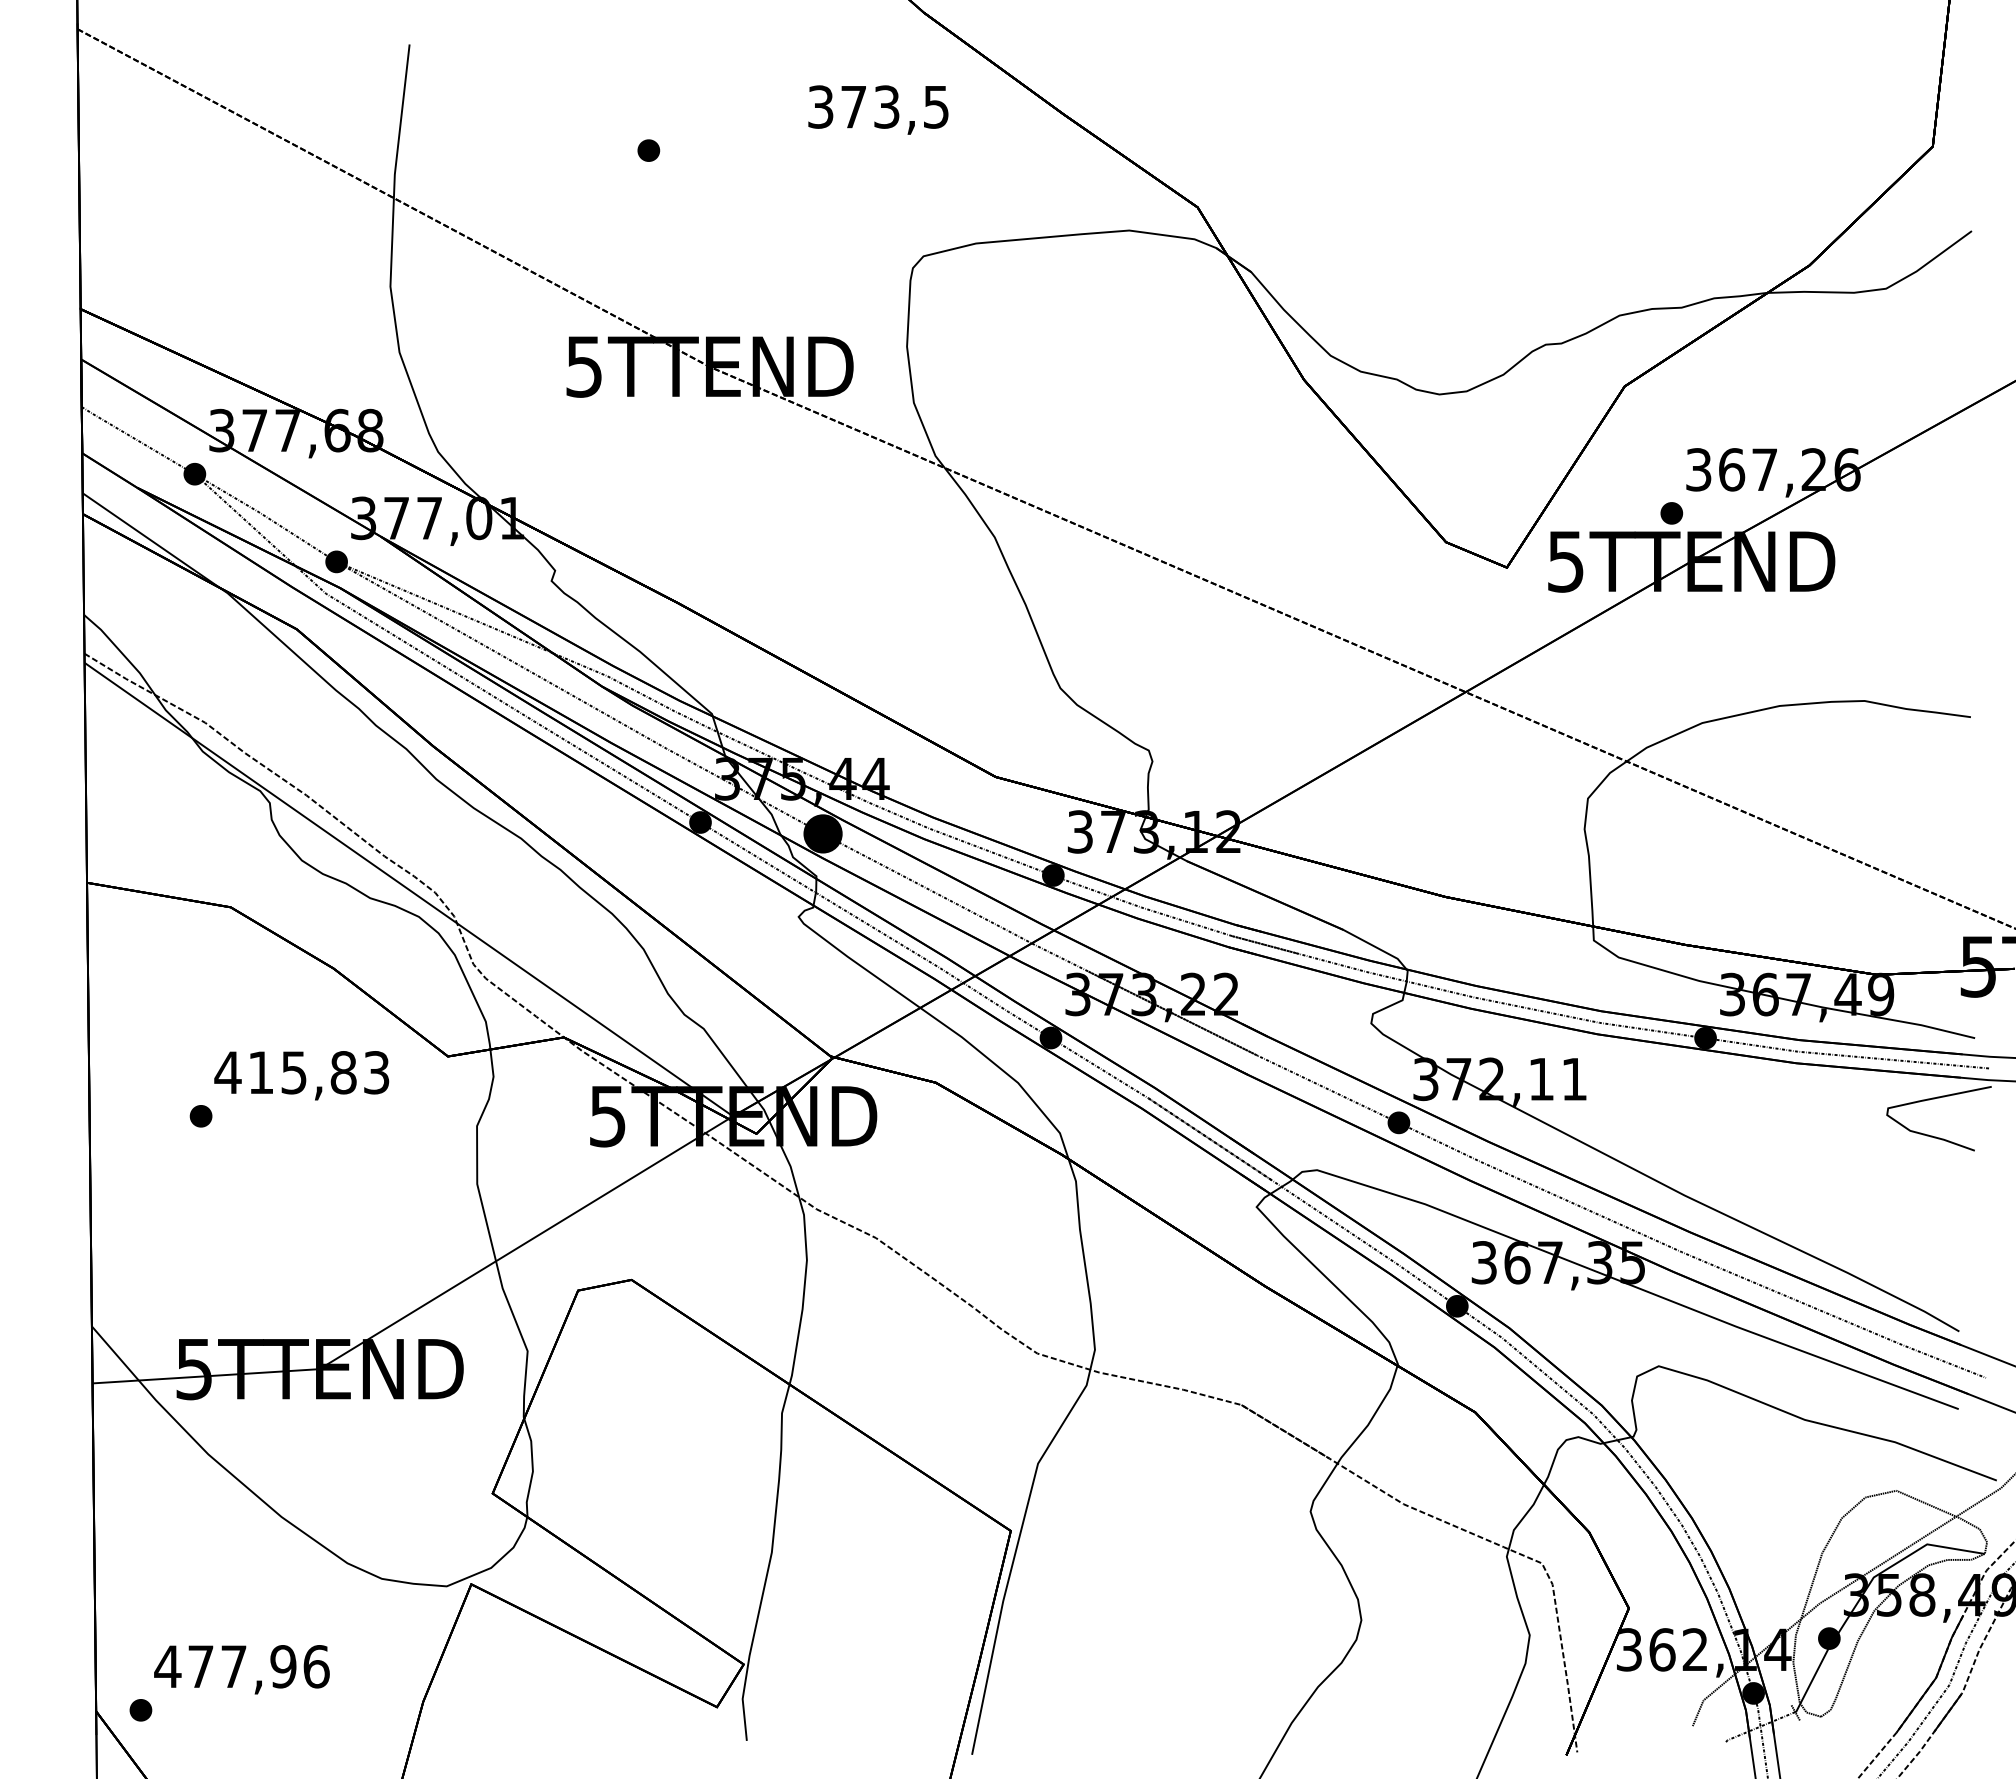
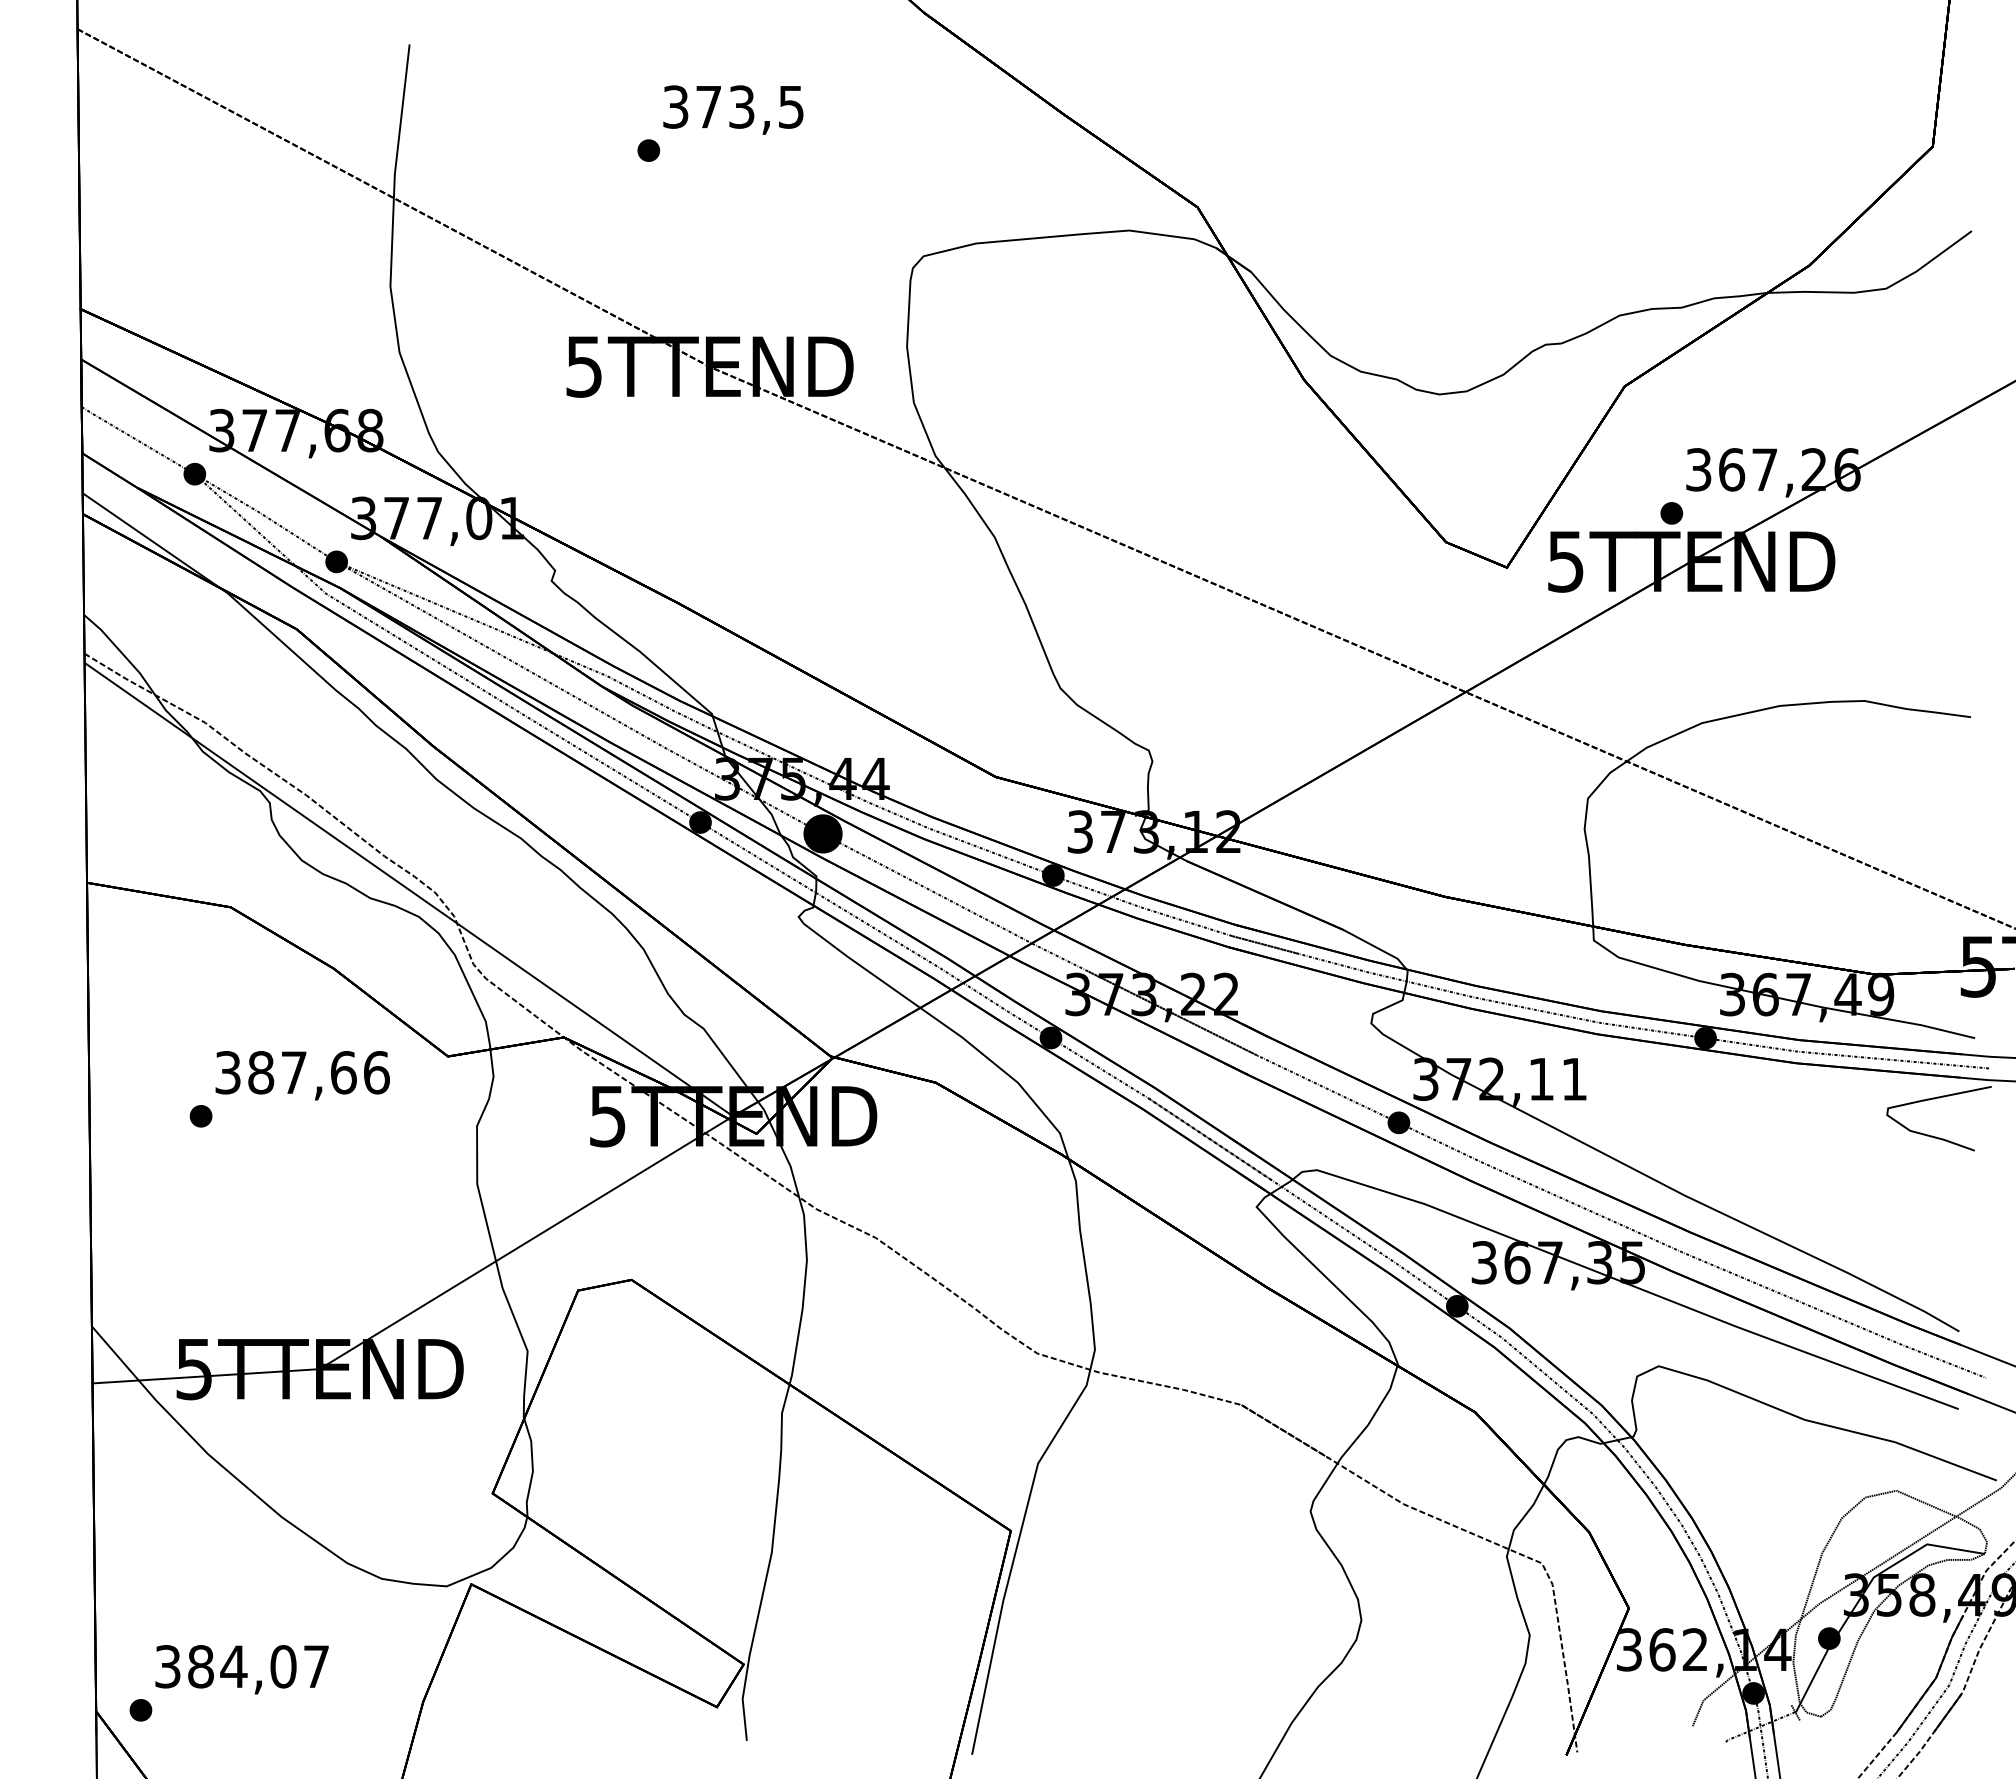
text at (878, 109) position: (878, 109) -> (733, 109)
text at (301, 1072): 415,83 -> 387,66
text at (241, 1666): 477,96 -> 384,07
